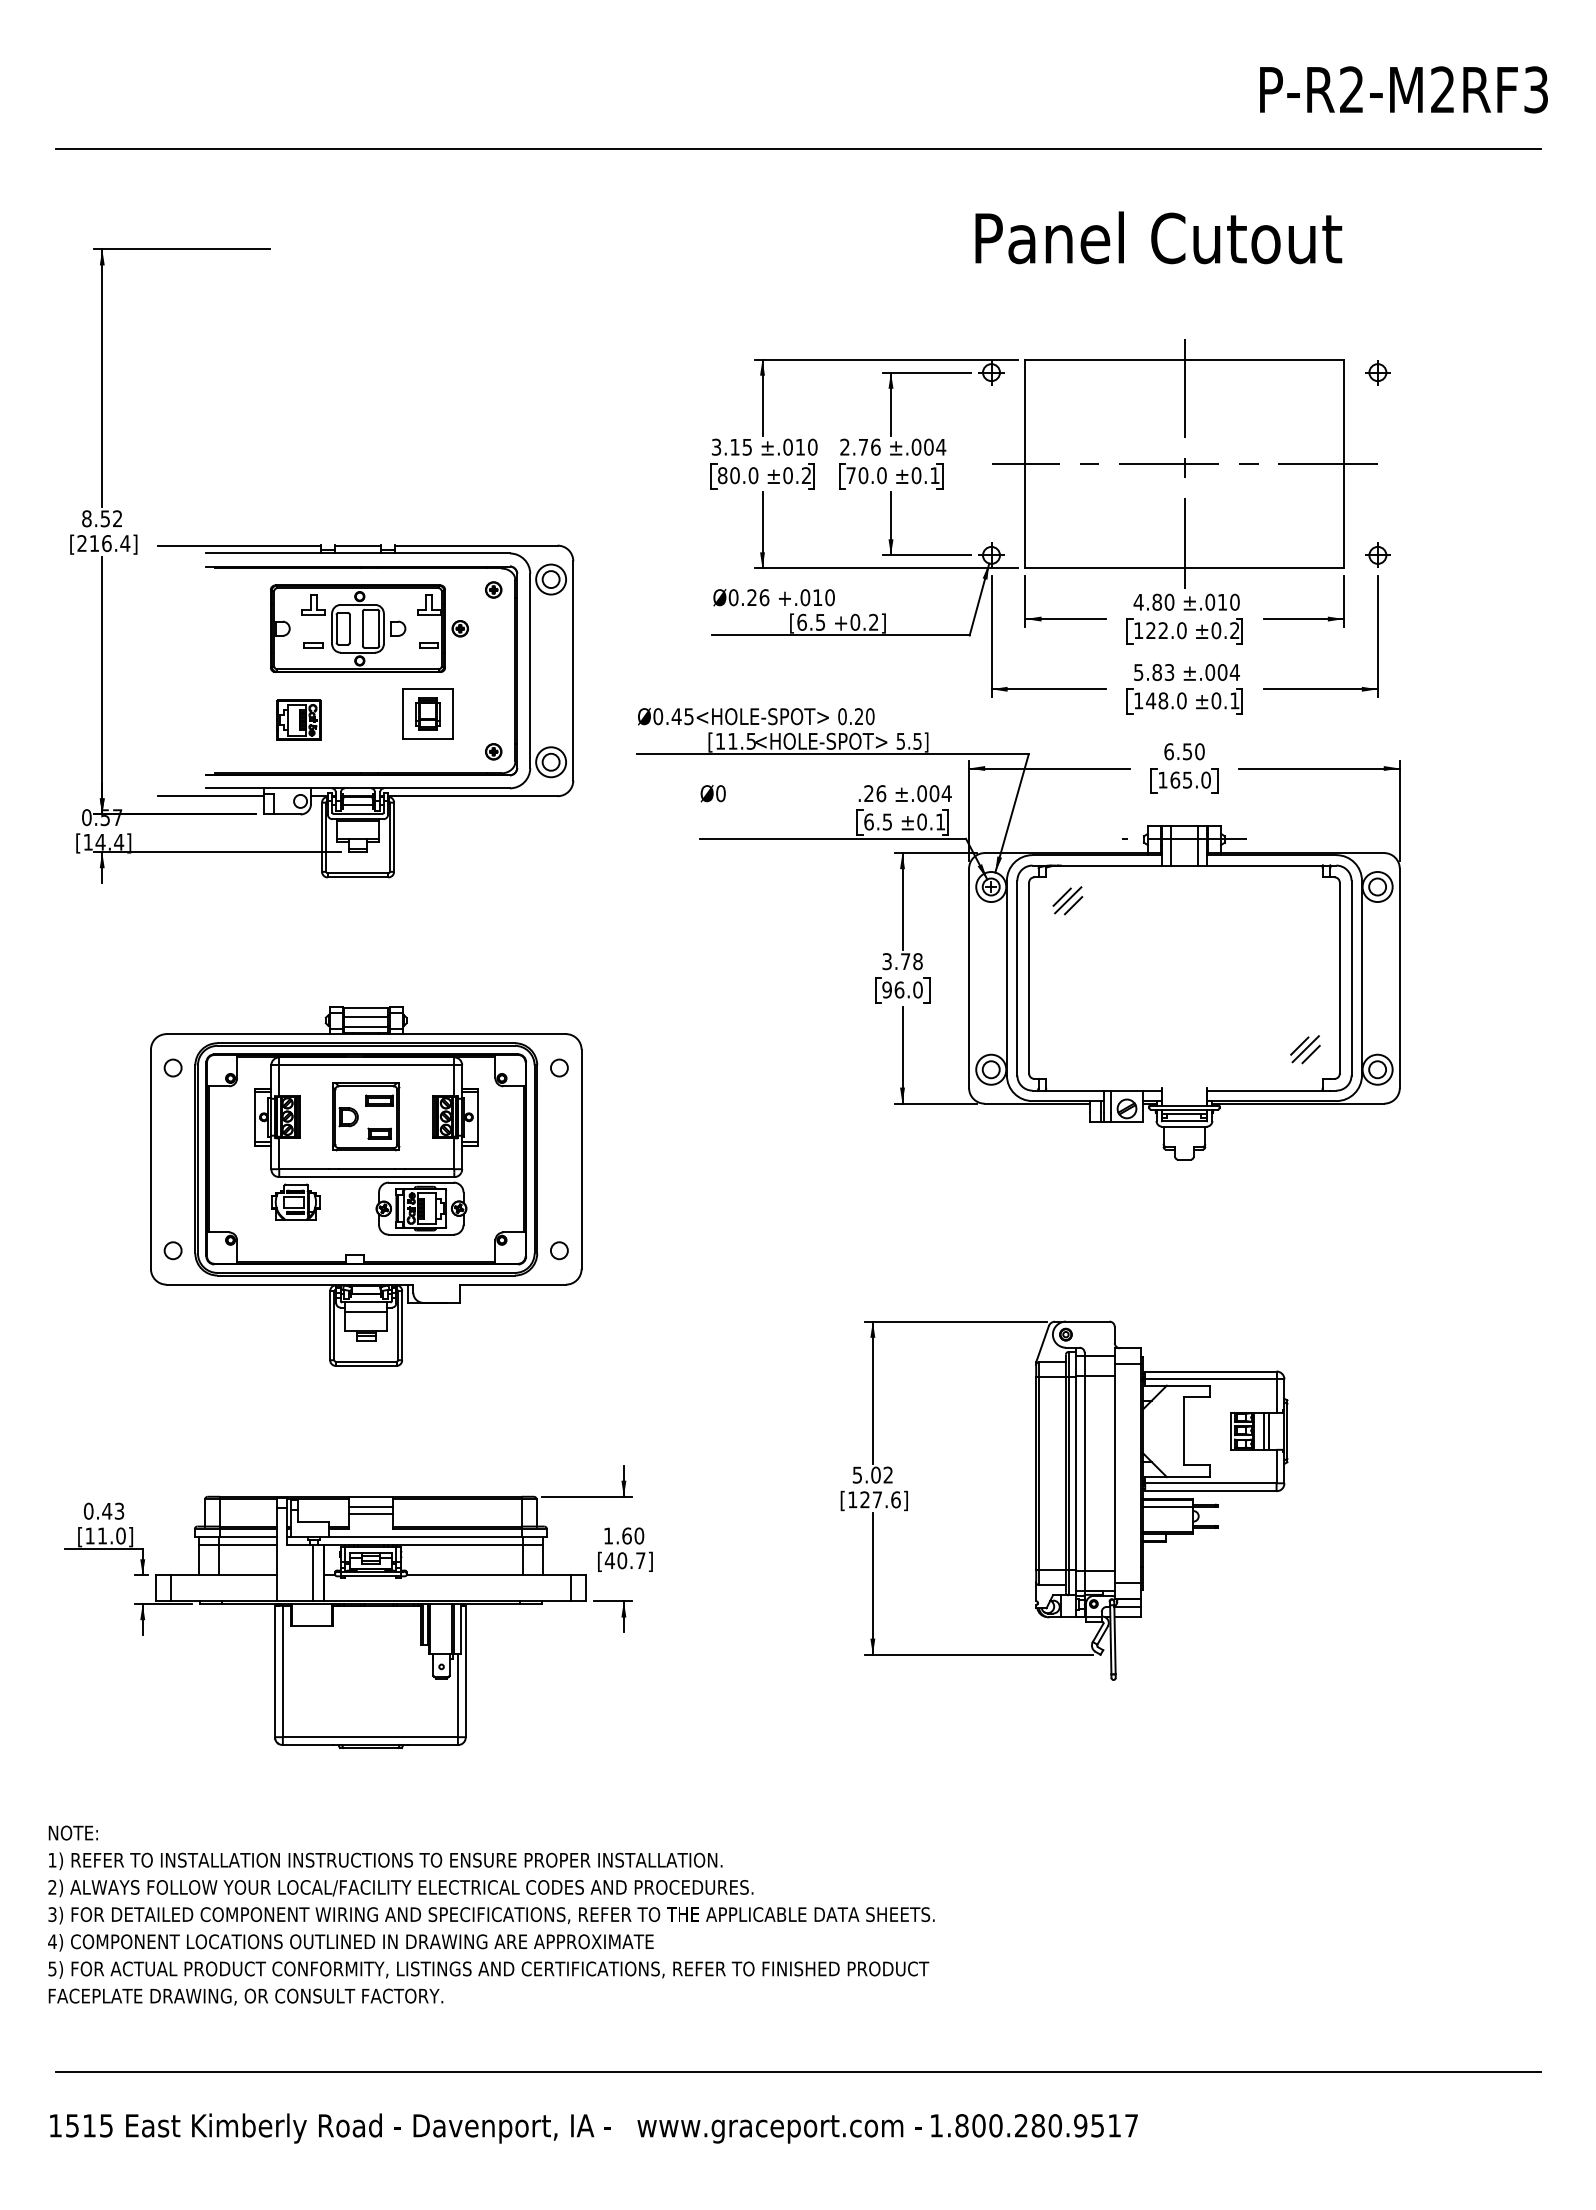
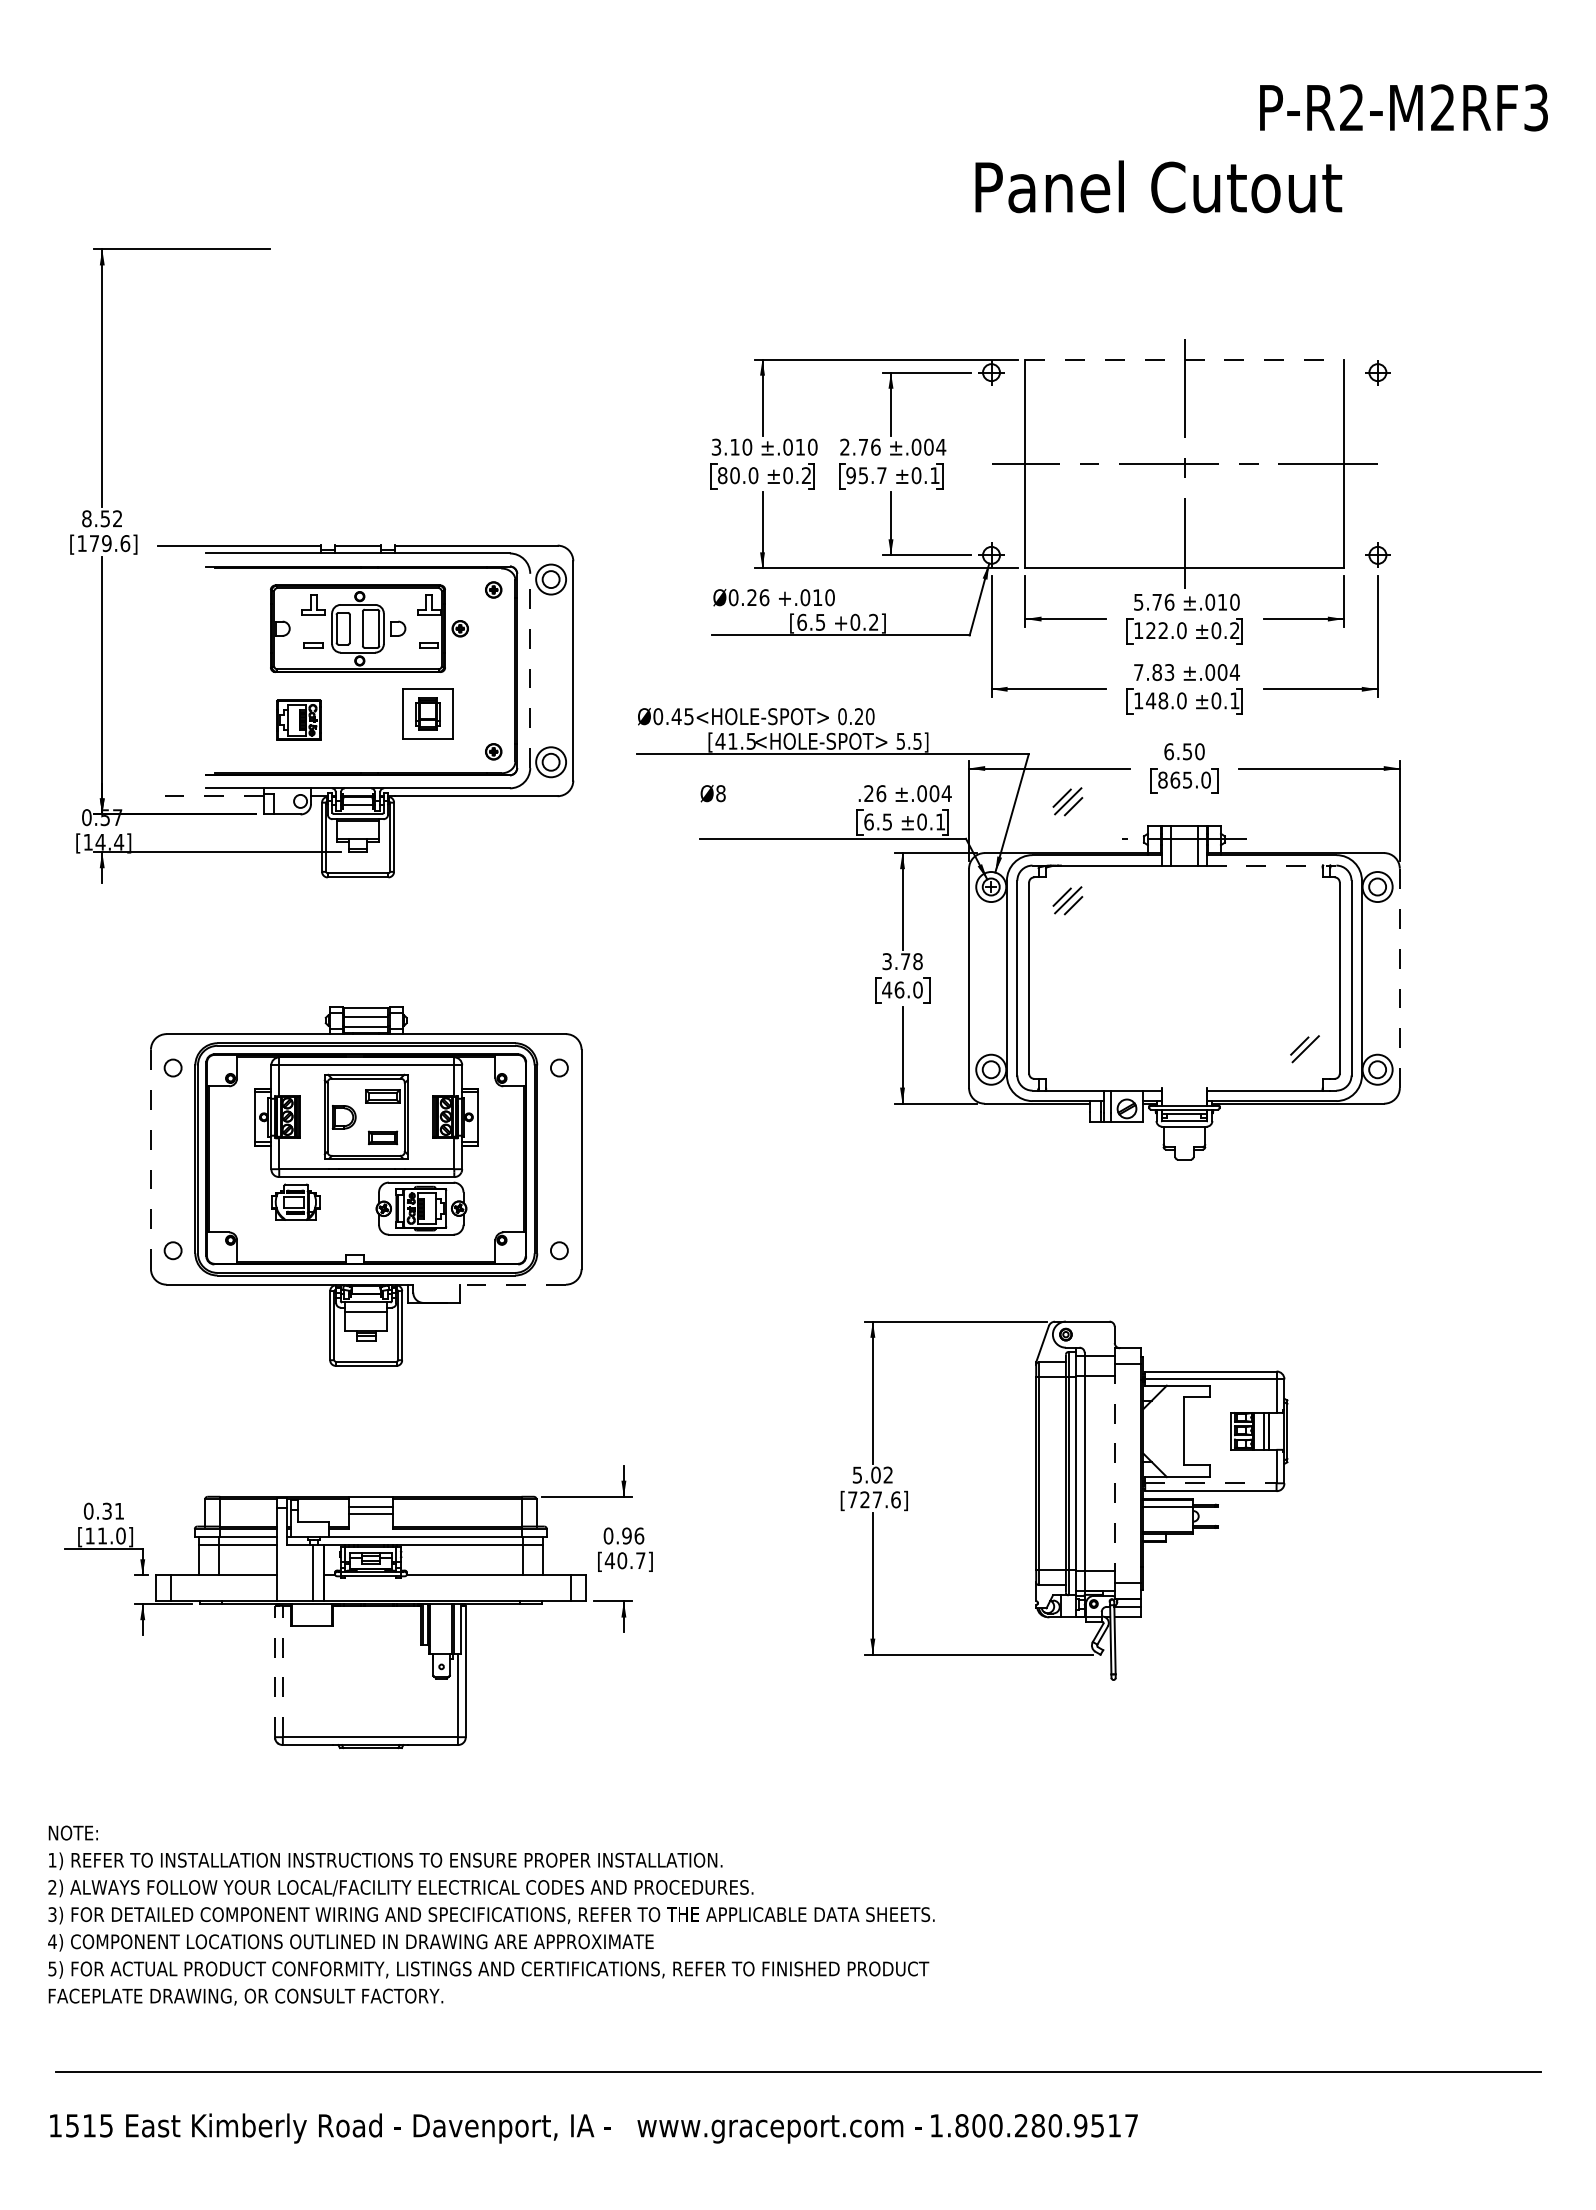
text at (1403, 89) position: (1403, 89) -> (1403, 107)
line at (798, 148): present -> none
text at (1158, 237) position: (1158, 237) -> (1158, 186)
line at (1185, 359): solid -> dashed
text at (747, 446): 3.15 -> 3.10
text at (866, 475): 70.0 -> 95.7
text at (103, 543): [216.4] -> [179.6]
text at (1153, 601): 4.80 -> 5.76
line at (530, 670): solid -> dashed
text at (1138, 672): 5.83 -> 7.83
text at (720, 741): [11.5 -> [41.5
text at (1162, 779): 165.0 -> 865.0
text at (720, 793): Ø0 -> Ø8
line at (211, 796): solid -> dashed
part at (1067, 801): none -> present
line at (1271, 865): solid -> dashed
line at (1399, 978): solid -> dashed
text at (887, 989): 96.0 -> 46.0
line at (1310, 1054): present -> none
part at (366, 1116) size: 69x70 px -> 86x87 px
line at (150, 1159): solid -> dashed
line at (513, 1284): solid -> dashed
line at (1114, 1473): solid -> dashed
line at (1210, 1483): solid -> dashed
text at (852, 1499): [127.6] -> [727.6]
text at (113, 1510): 0.43 -> 0.31
text at (623, 1535): 1.60 -> 0.96
line at (274, 1671): solid -> dashed
line at (282, 1671): solid -> dashed
